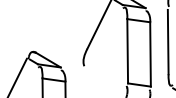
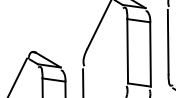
line at (83, 81): none -> present
